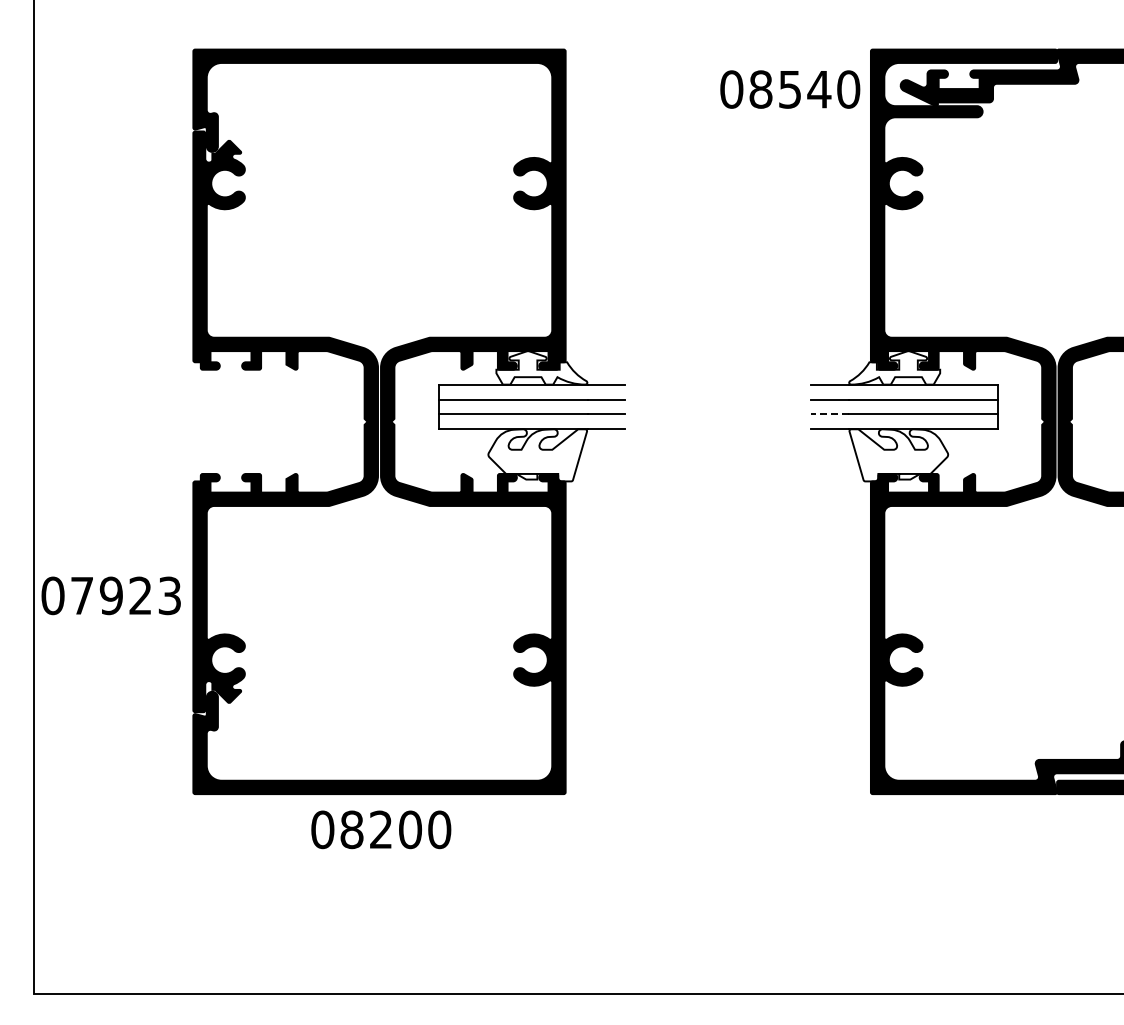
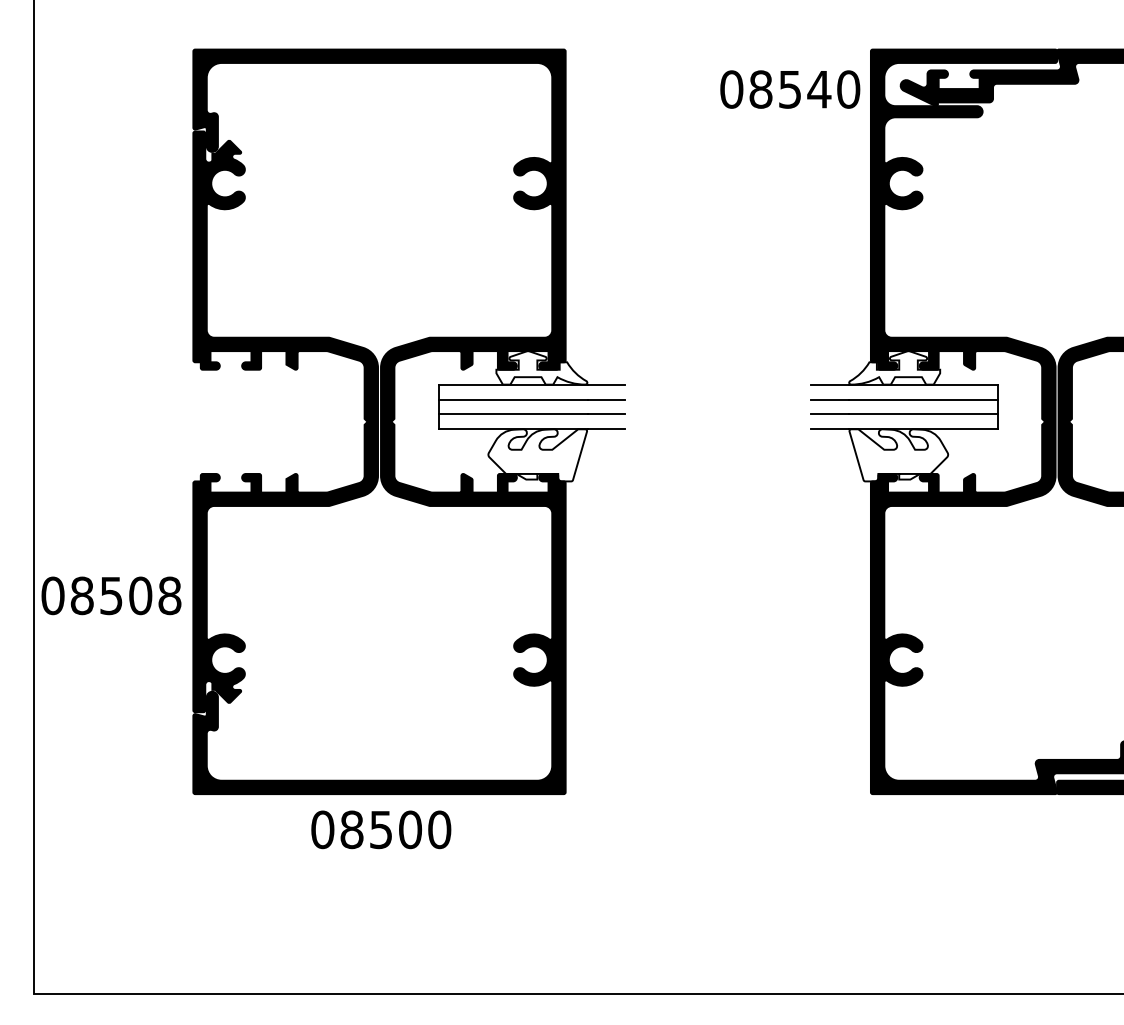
line at (829, 414): dashed -> solid
text at (125, 595): 07923 -> 08508
text at (380, 829): 08200 -> 08500
